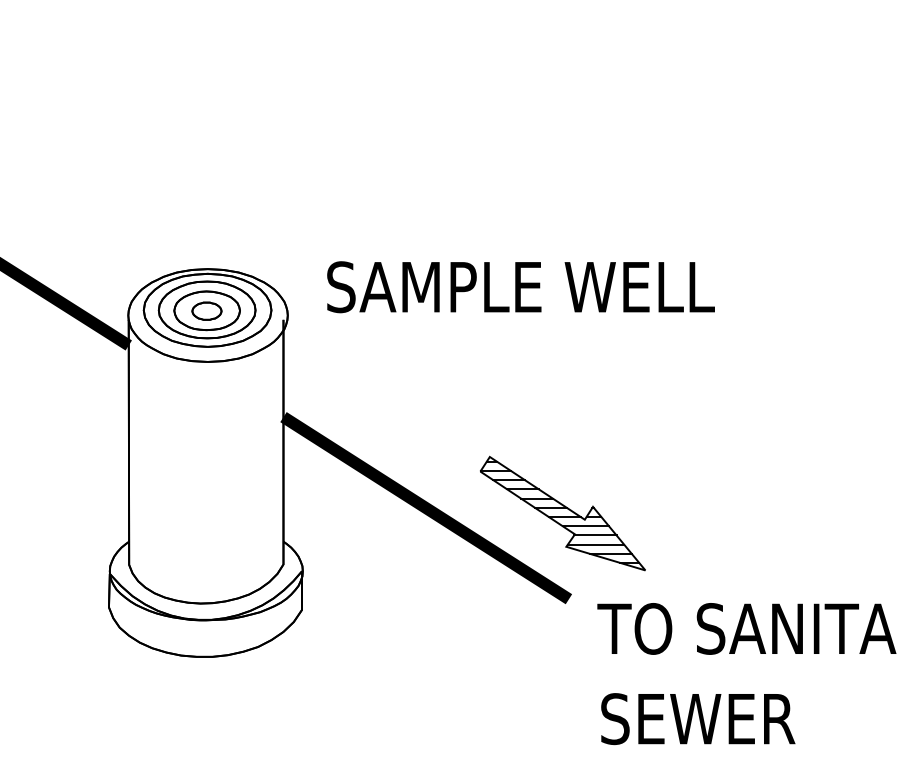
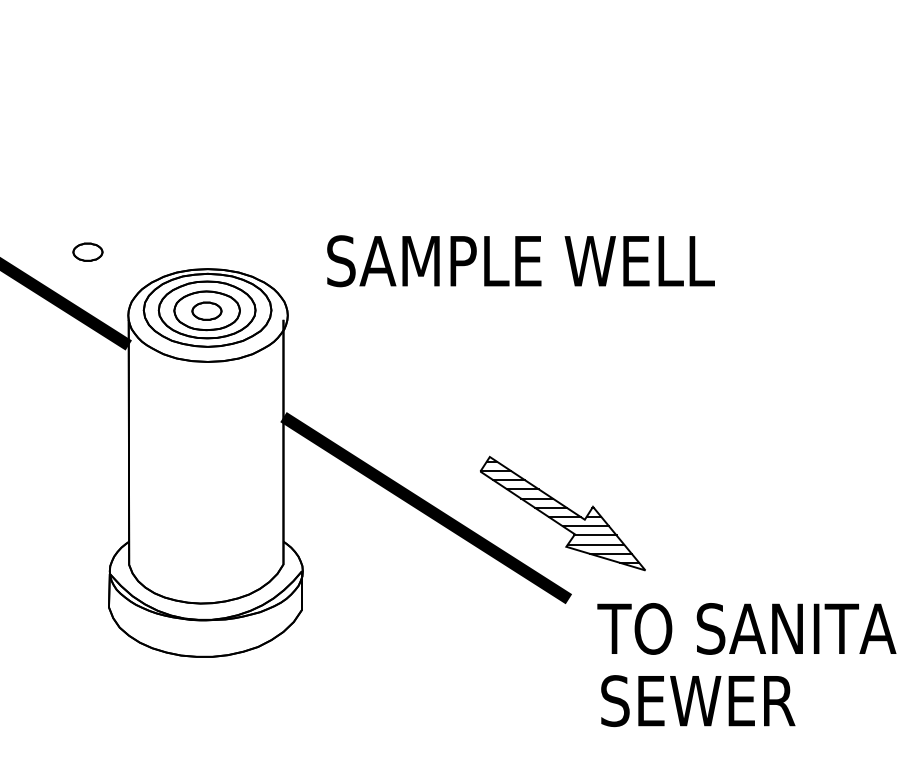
part at (87, 251): none -> present
text at (520, 287) position: (520, 287) -> (520, 261)
text at (698, 719) position: (698, 719) -> (698, 701)
